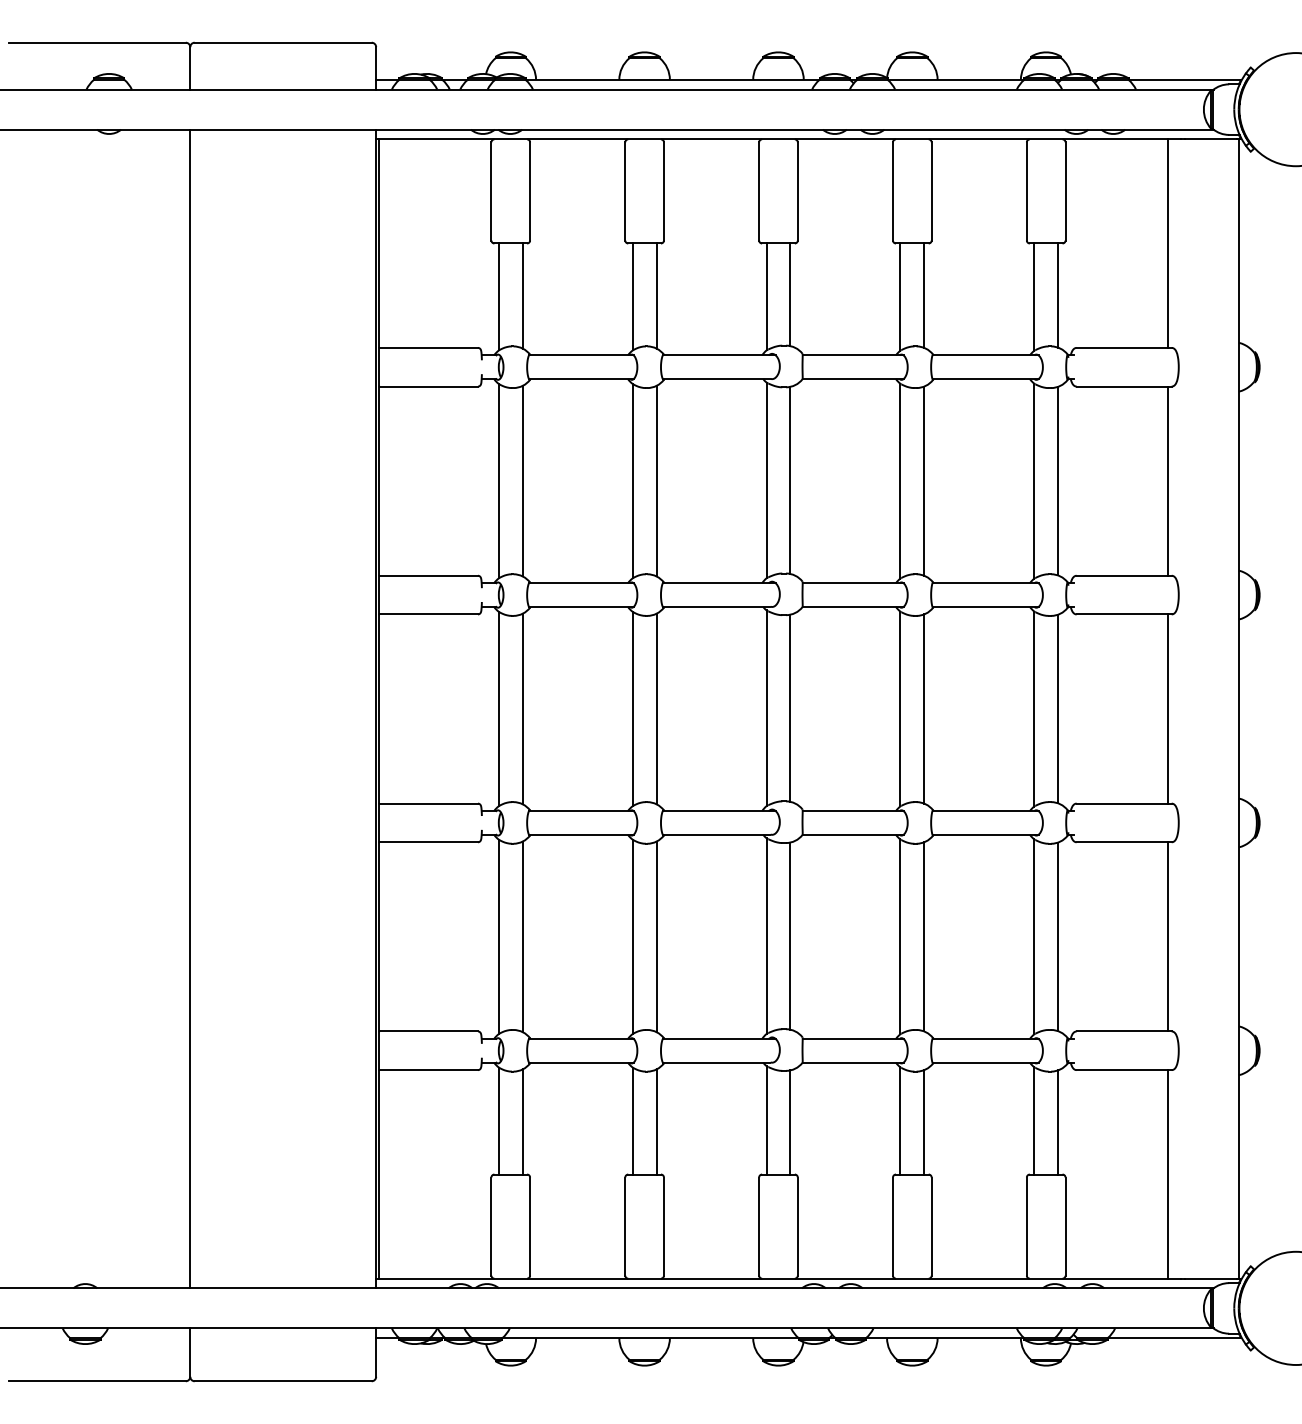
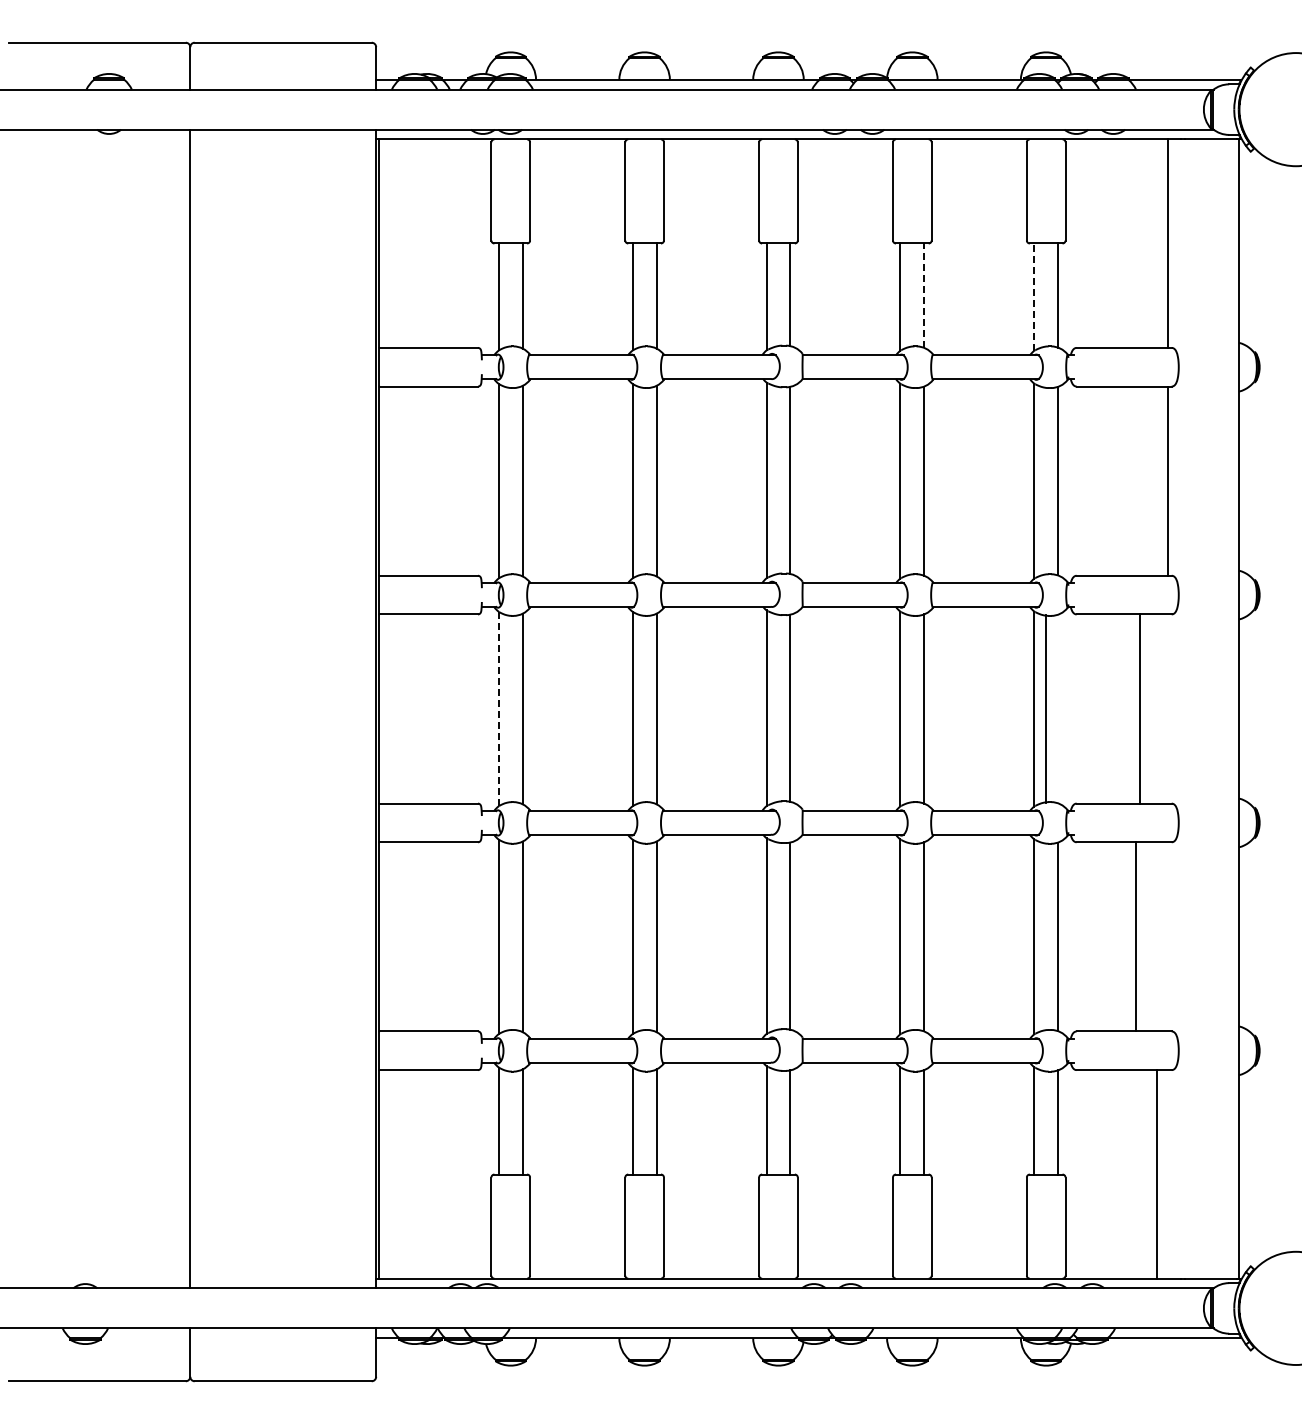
line at (924, 295): solid -> dashed
line at (1034, 297): solid -> dashed
line at (498, 708): solid -> dashed
line at (1058, 708) position: (1058, 708) -> (1046, 708)
line at (1167, 708) position: (1167, 708) -> (1139, 708)
line at (1167, 936) position: (1167, 936) -> (1135, 936)
line at (1167, 1174) position: (1167, 1174) -> (1156, 1174)
